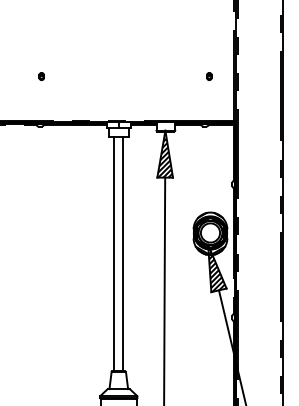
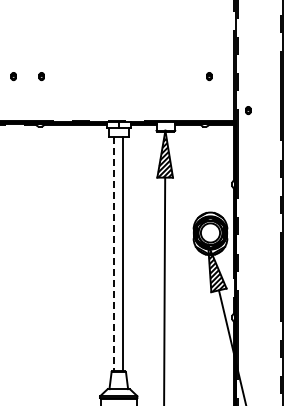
part at (13, 76): none -> present
part at (248, 110): none -> present
line at (114, 254): solid -> dashed
